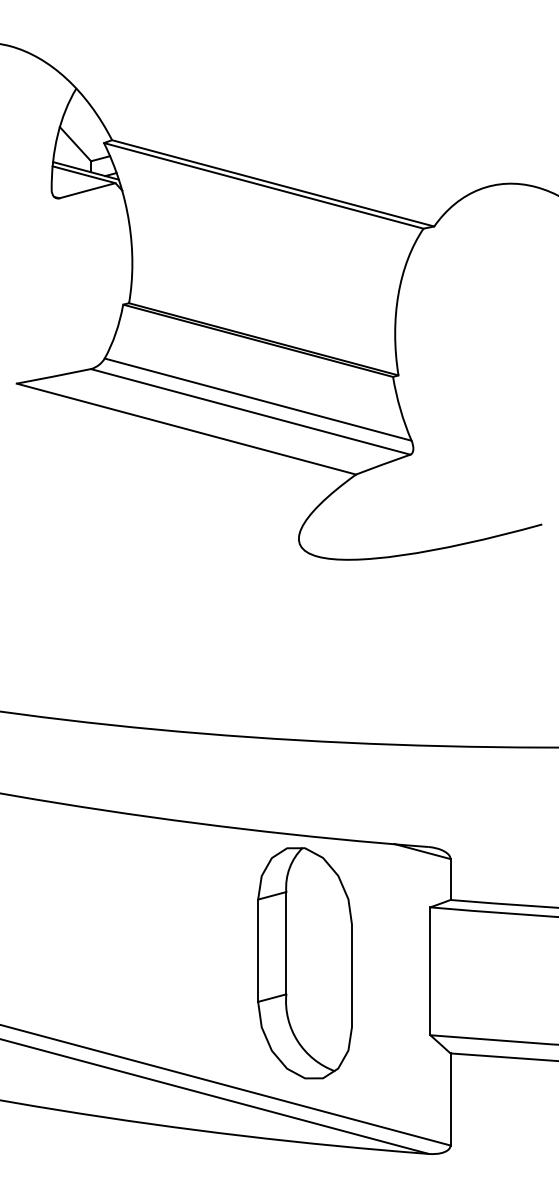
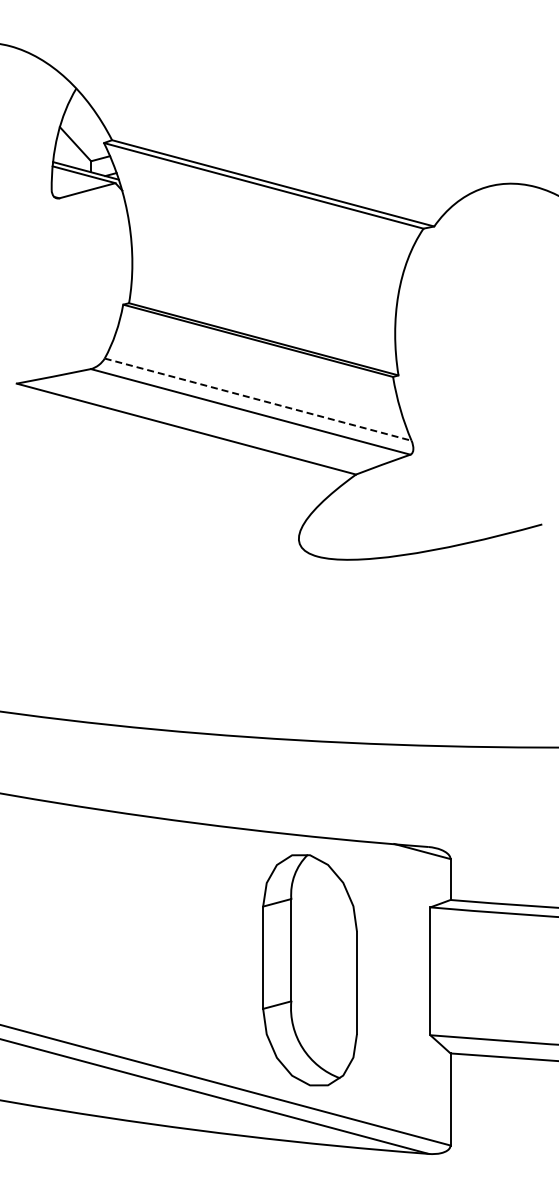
line at (258, 399): solid -> dashed
part at (304, 963) position: (304, 963) -> (309, 970)
